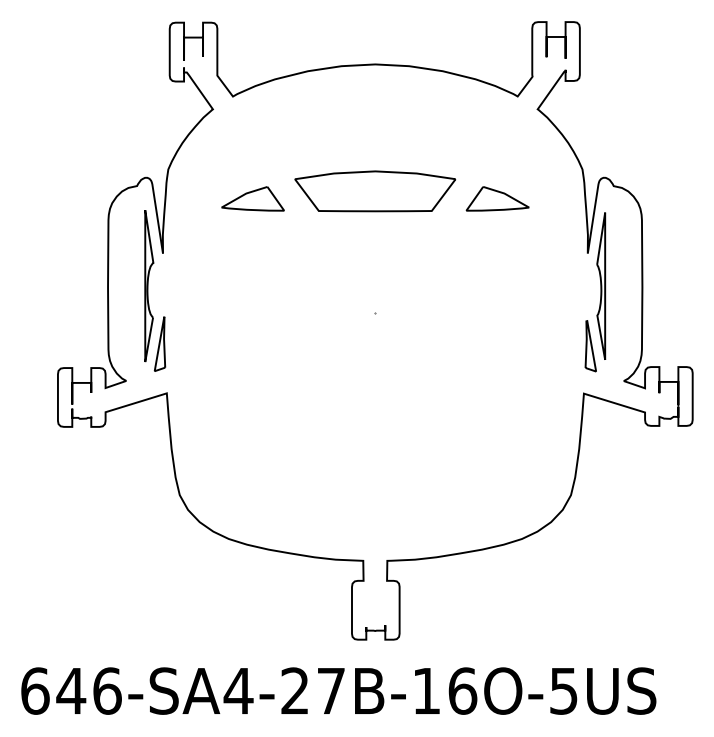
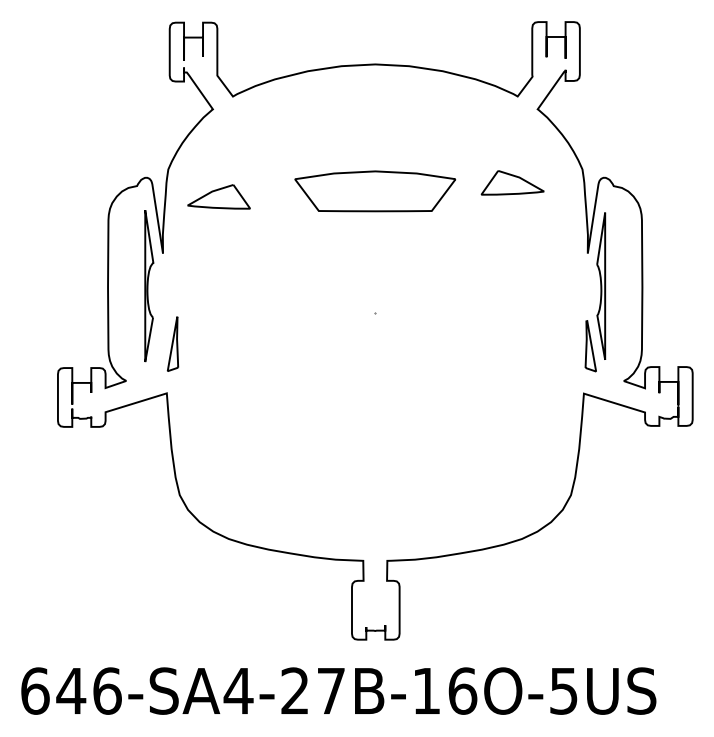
part at (252, 198) position: (252, 198) -> (218, 196)
part at (497, 198) position: (497, 198) -> (512, 182)
part at (159, 343) position: (159, 343) -> (172, 343)
